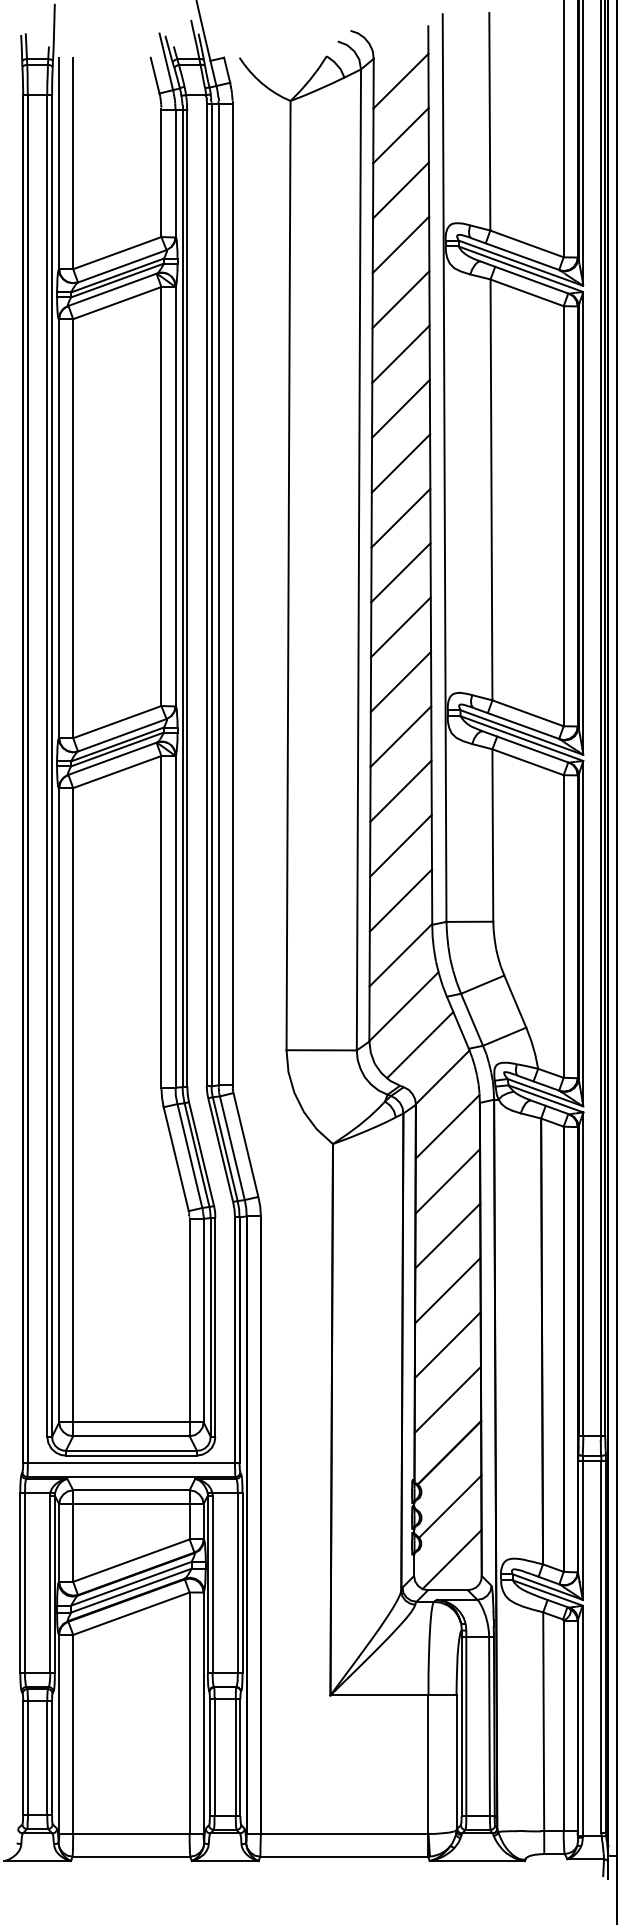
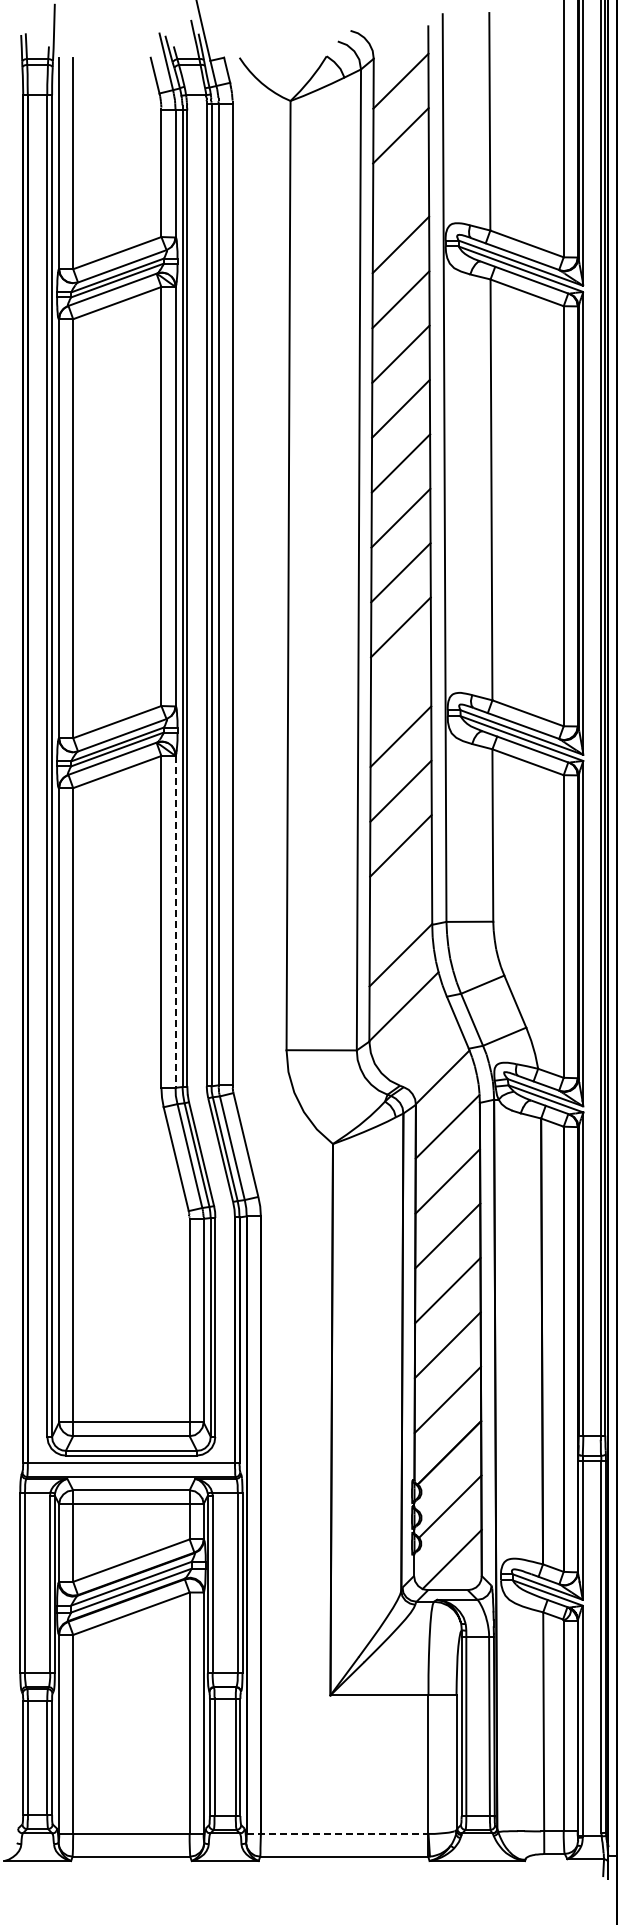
line at (400, 190): present -> none
line at (400, 681): present -> none
line at (401, 900): present -> none
line at (175, 921): solid -> dashed
line at (420, 1044): present -> none
line at (337, 1833): solid -> dashed
